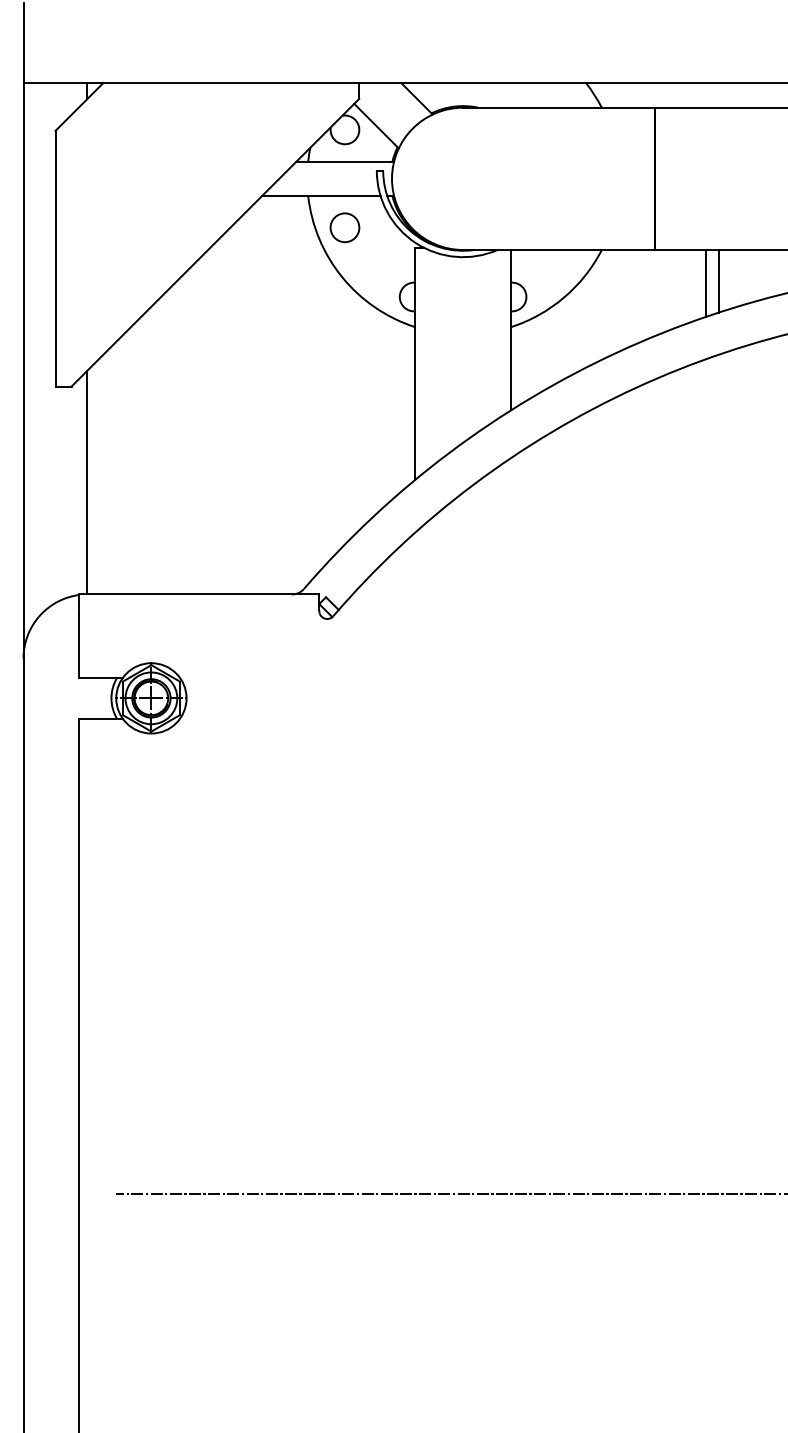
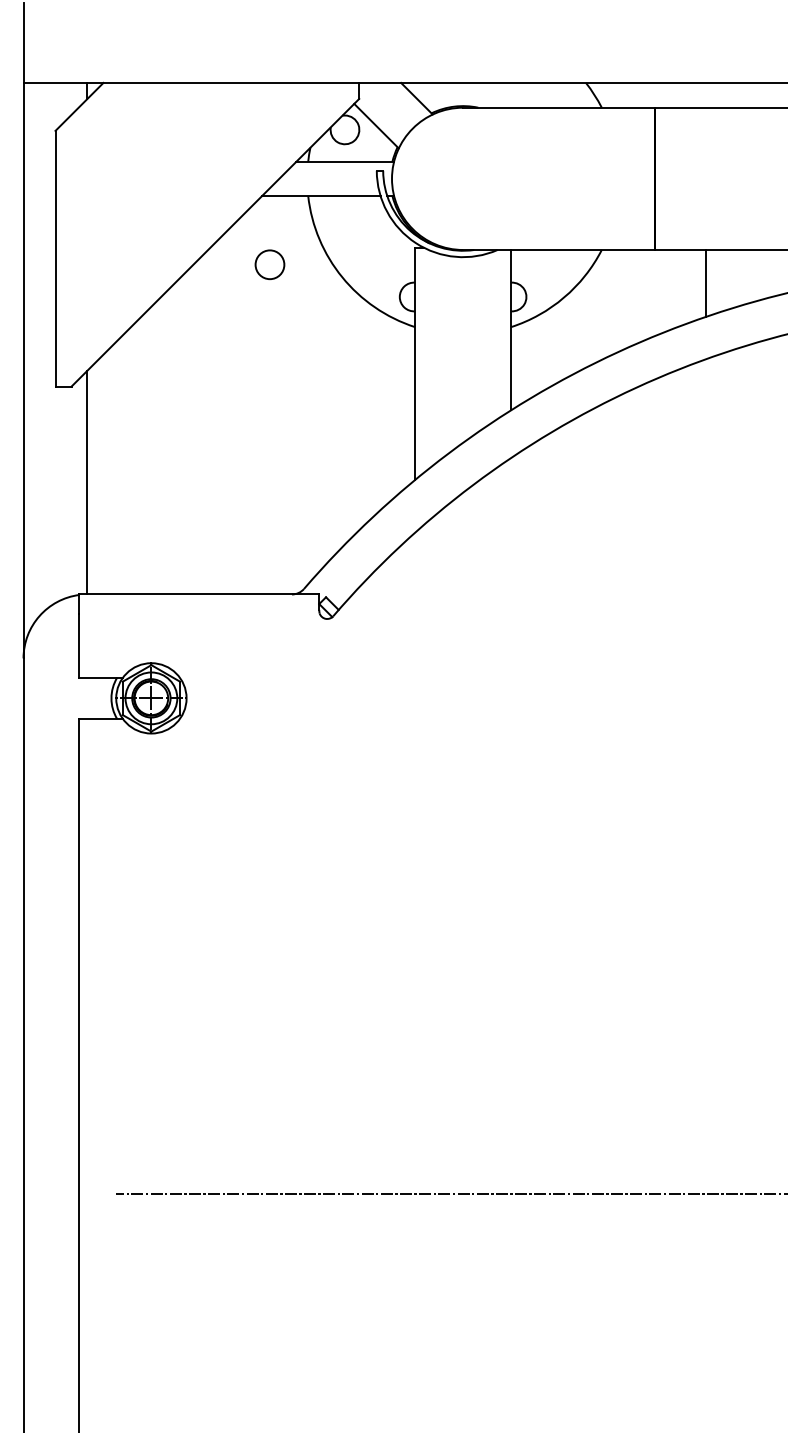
circle at (344, 227) position: (344, 227) -> (269, 264)
line at (718, 280): present -> none
